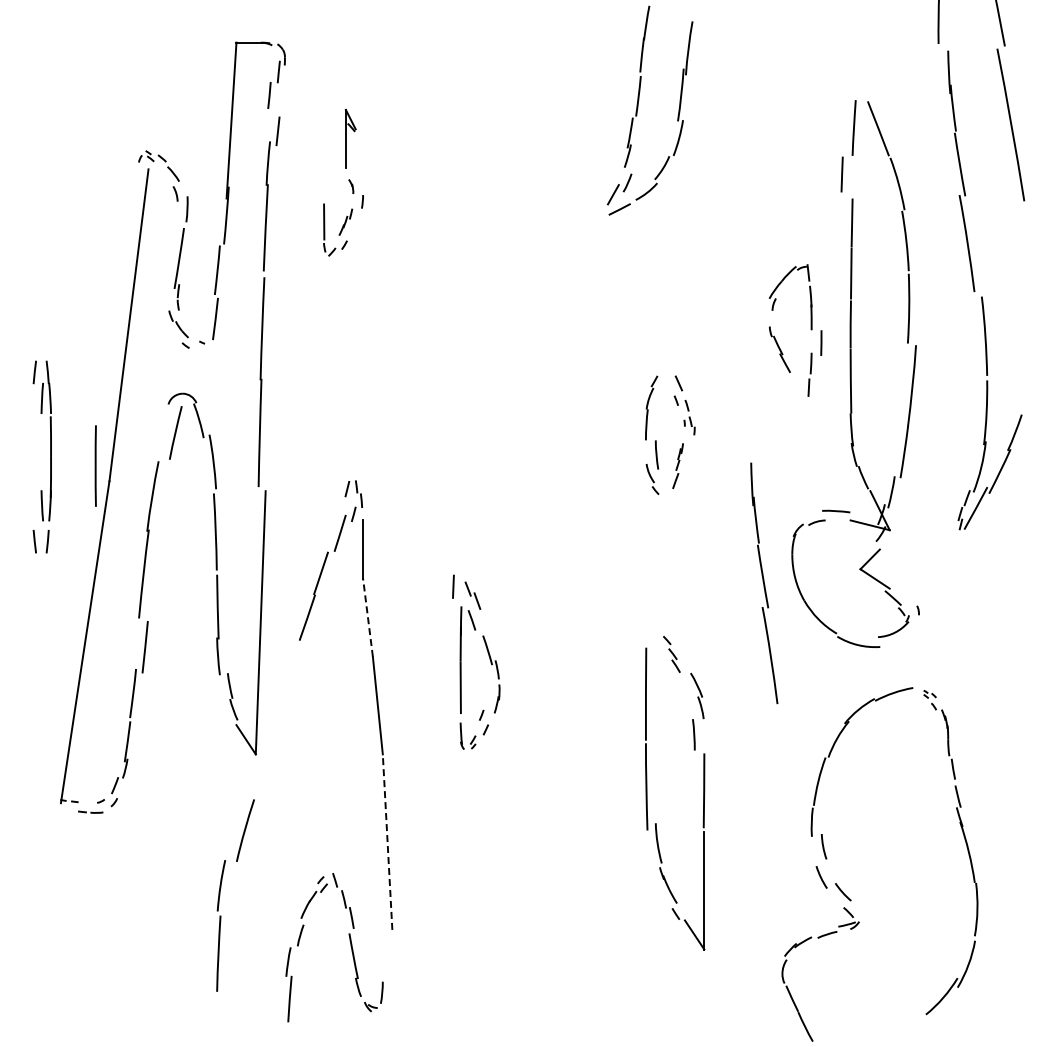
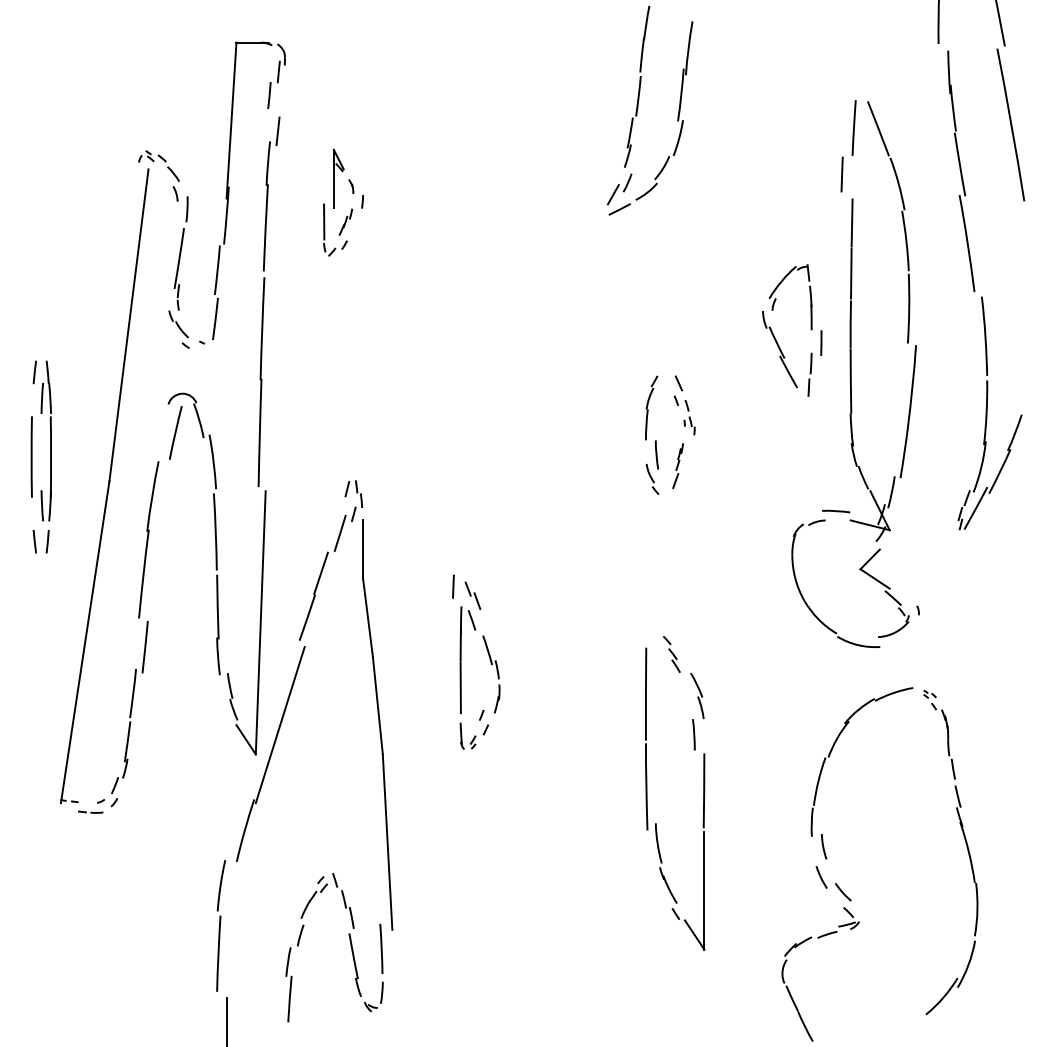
part at (350, 138) position: (350, 138) -> (338, 178)
part at (779, 349) size: 22x47 px -> 36x78 px
line at (95, 465) position: (95, 465) -> (31, 456)
part at (764, 583): present -> none
line at (367, 617): dashed -> solid
line at (279, 725): none -> present
line at (387, 842): dashed -> solid
line at (381, 948): none -> present
line at (226, 1020): none -> present
